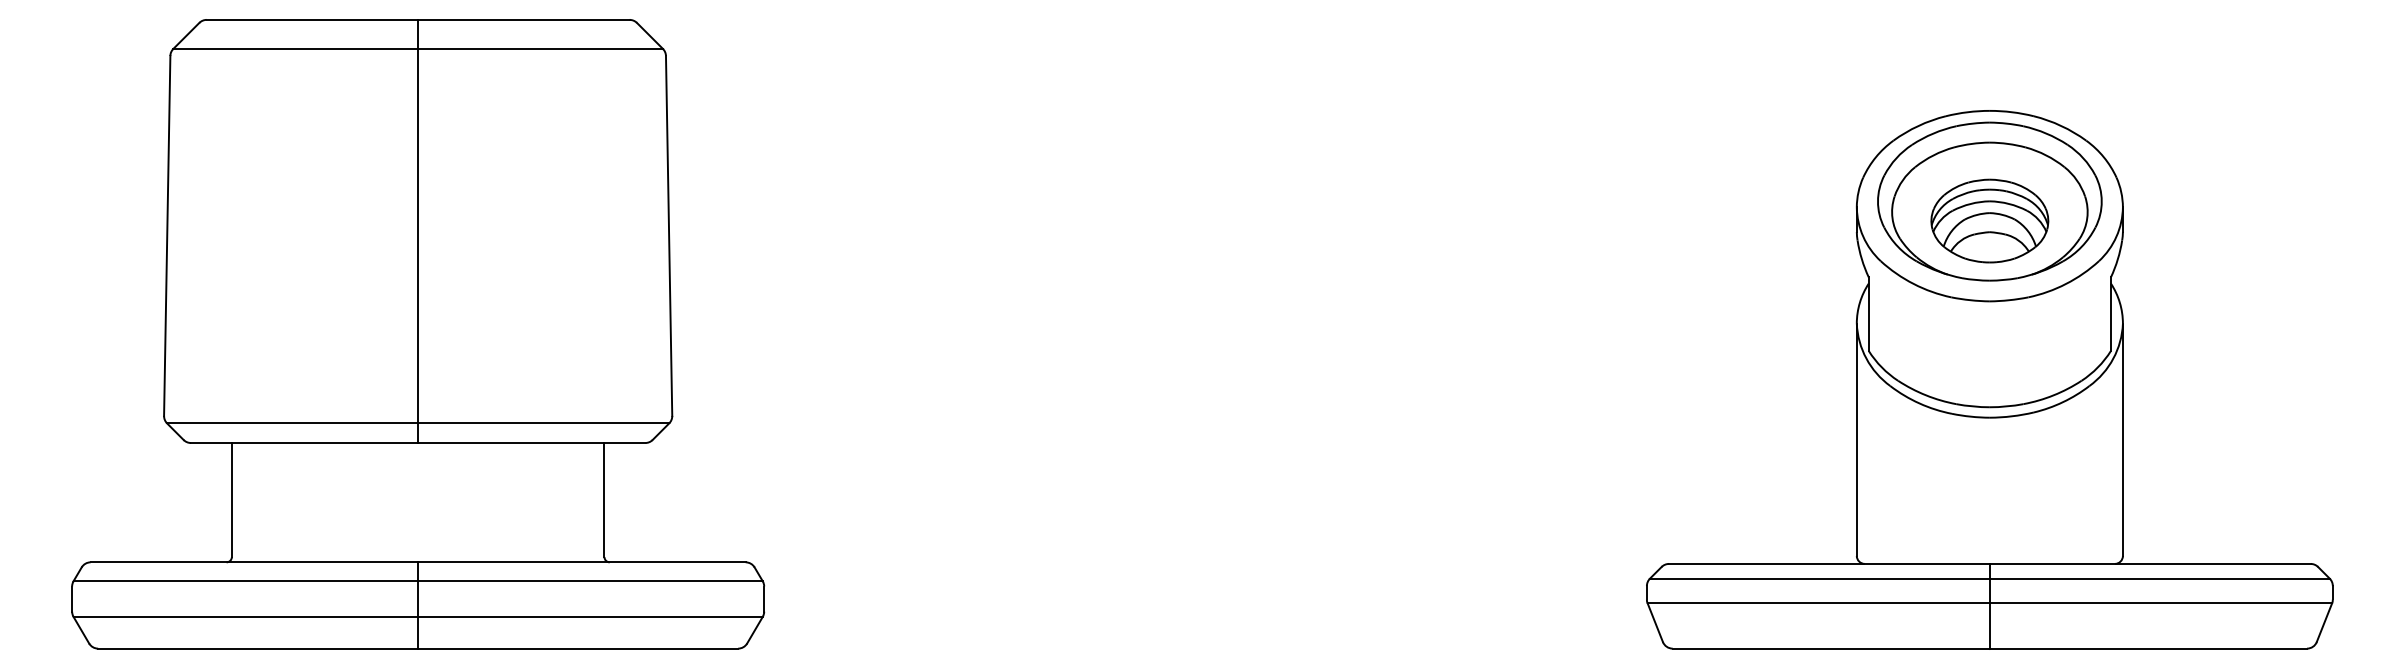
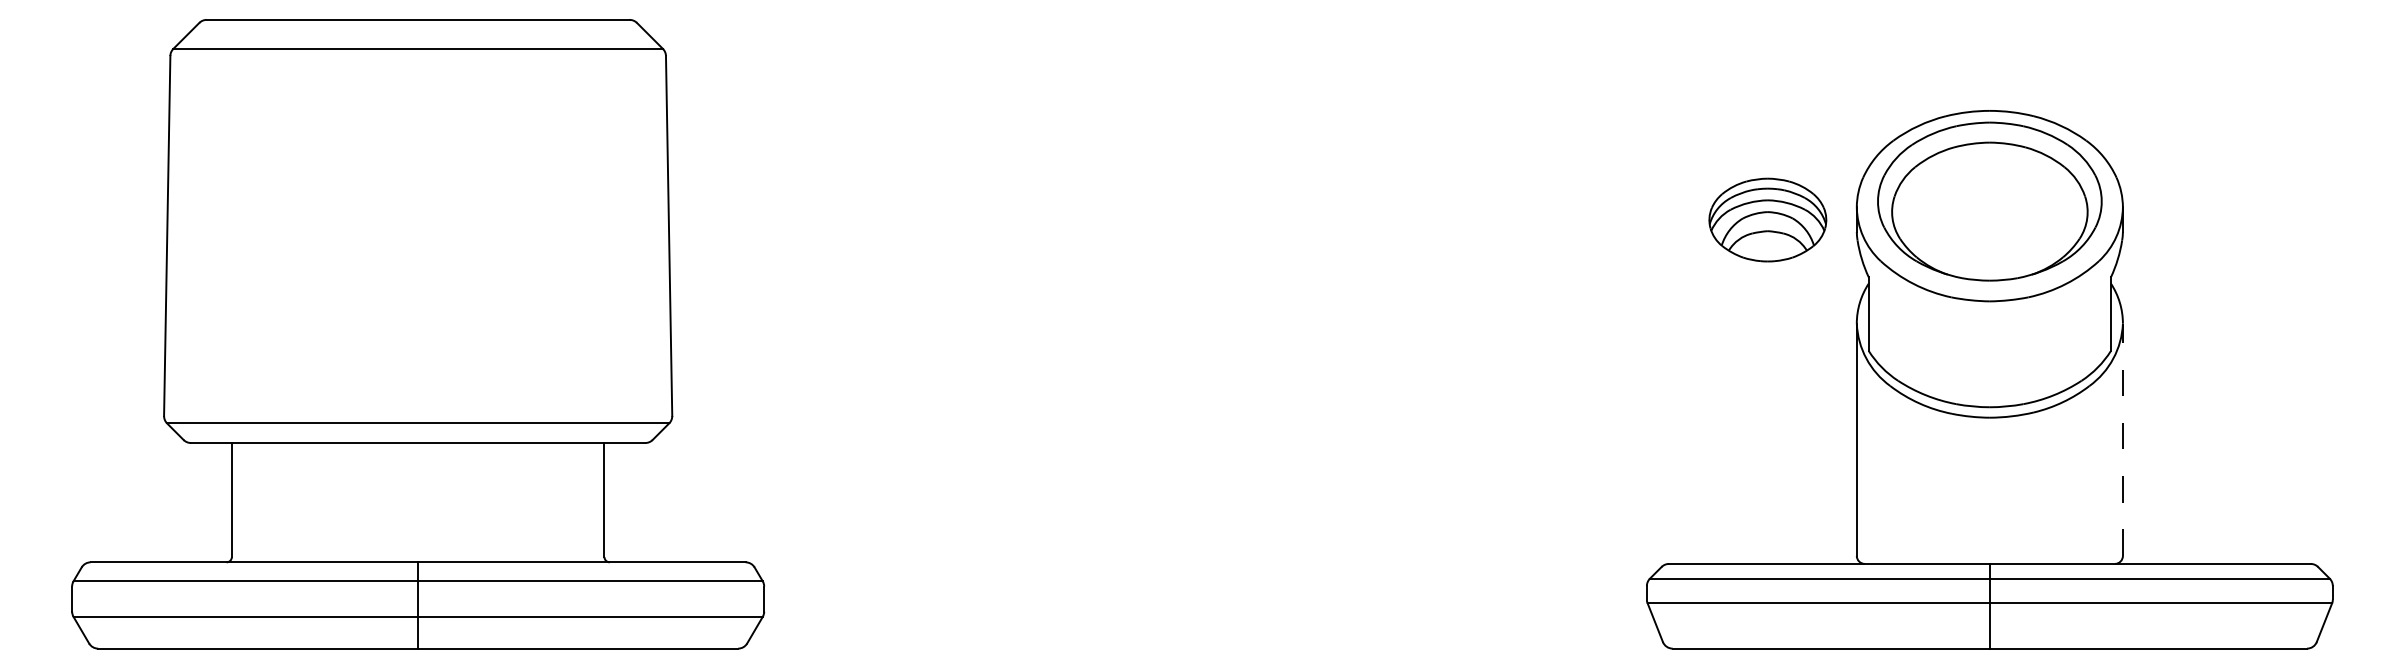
part at (1989, 220) position: (1989, 220) -> (1767, 219)
line at (418, 231): present -> none
line at (2122, 439): solid -> dashed
